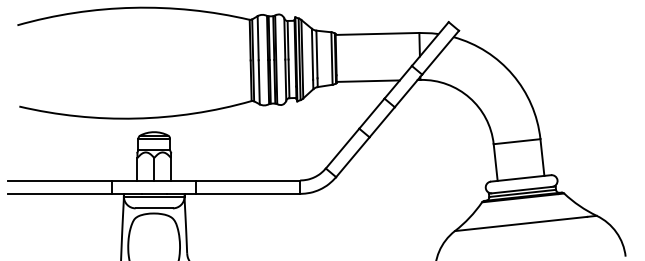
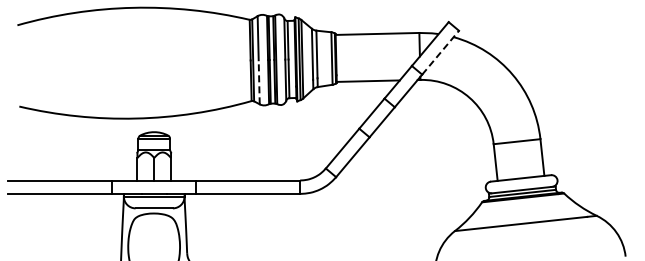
line at (440, 52): solid -> dashed
line at (259, 81): solid -> dashed
